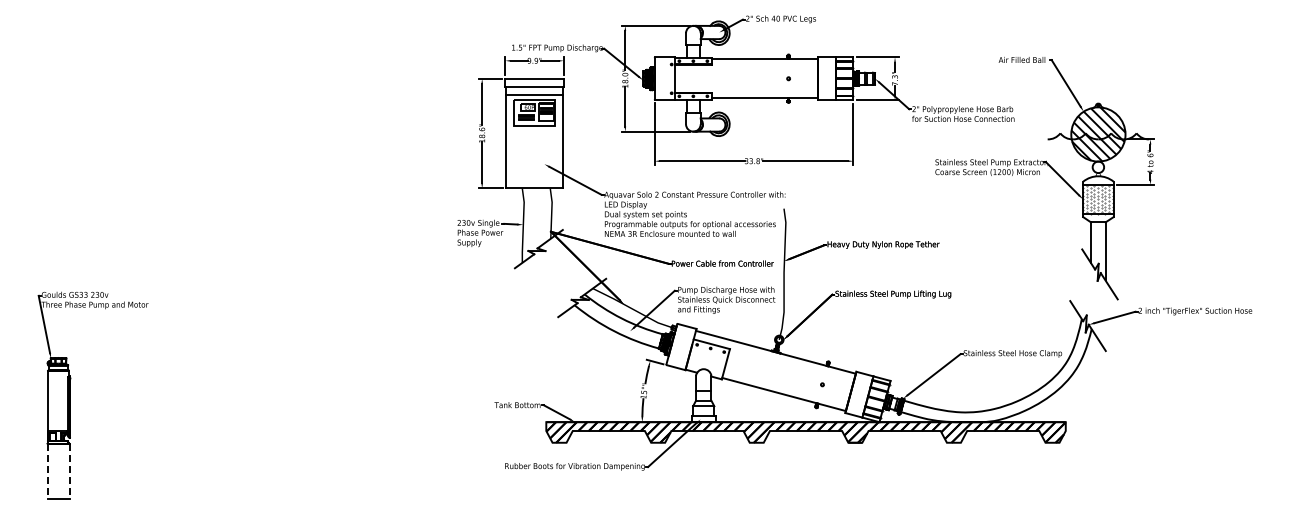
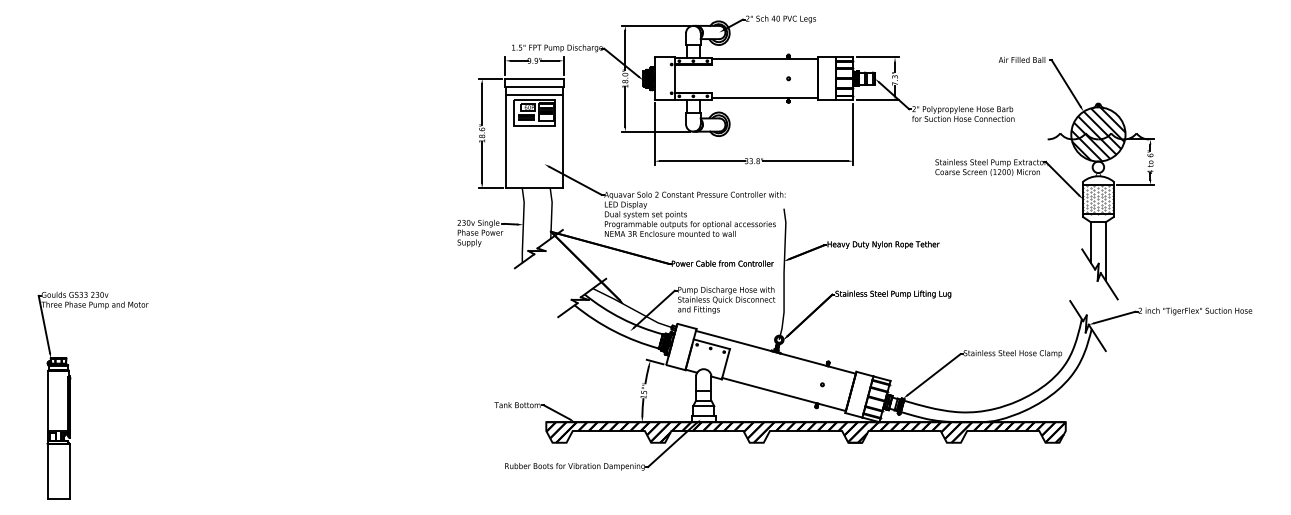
line at (47, 471): dashed -> solid
line at (69, 471): dashed -> solid
